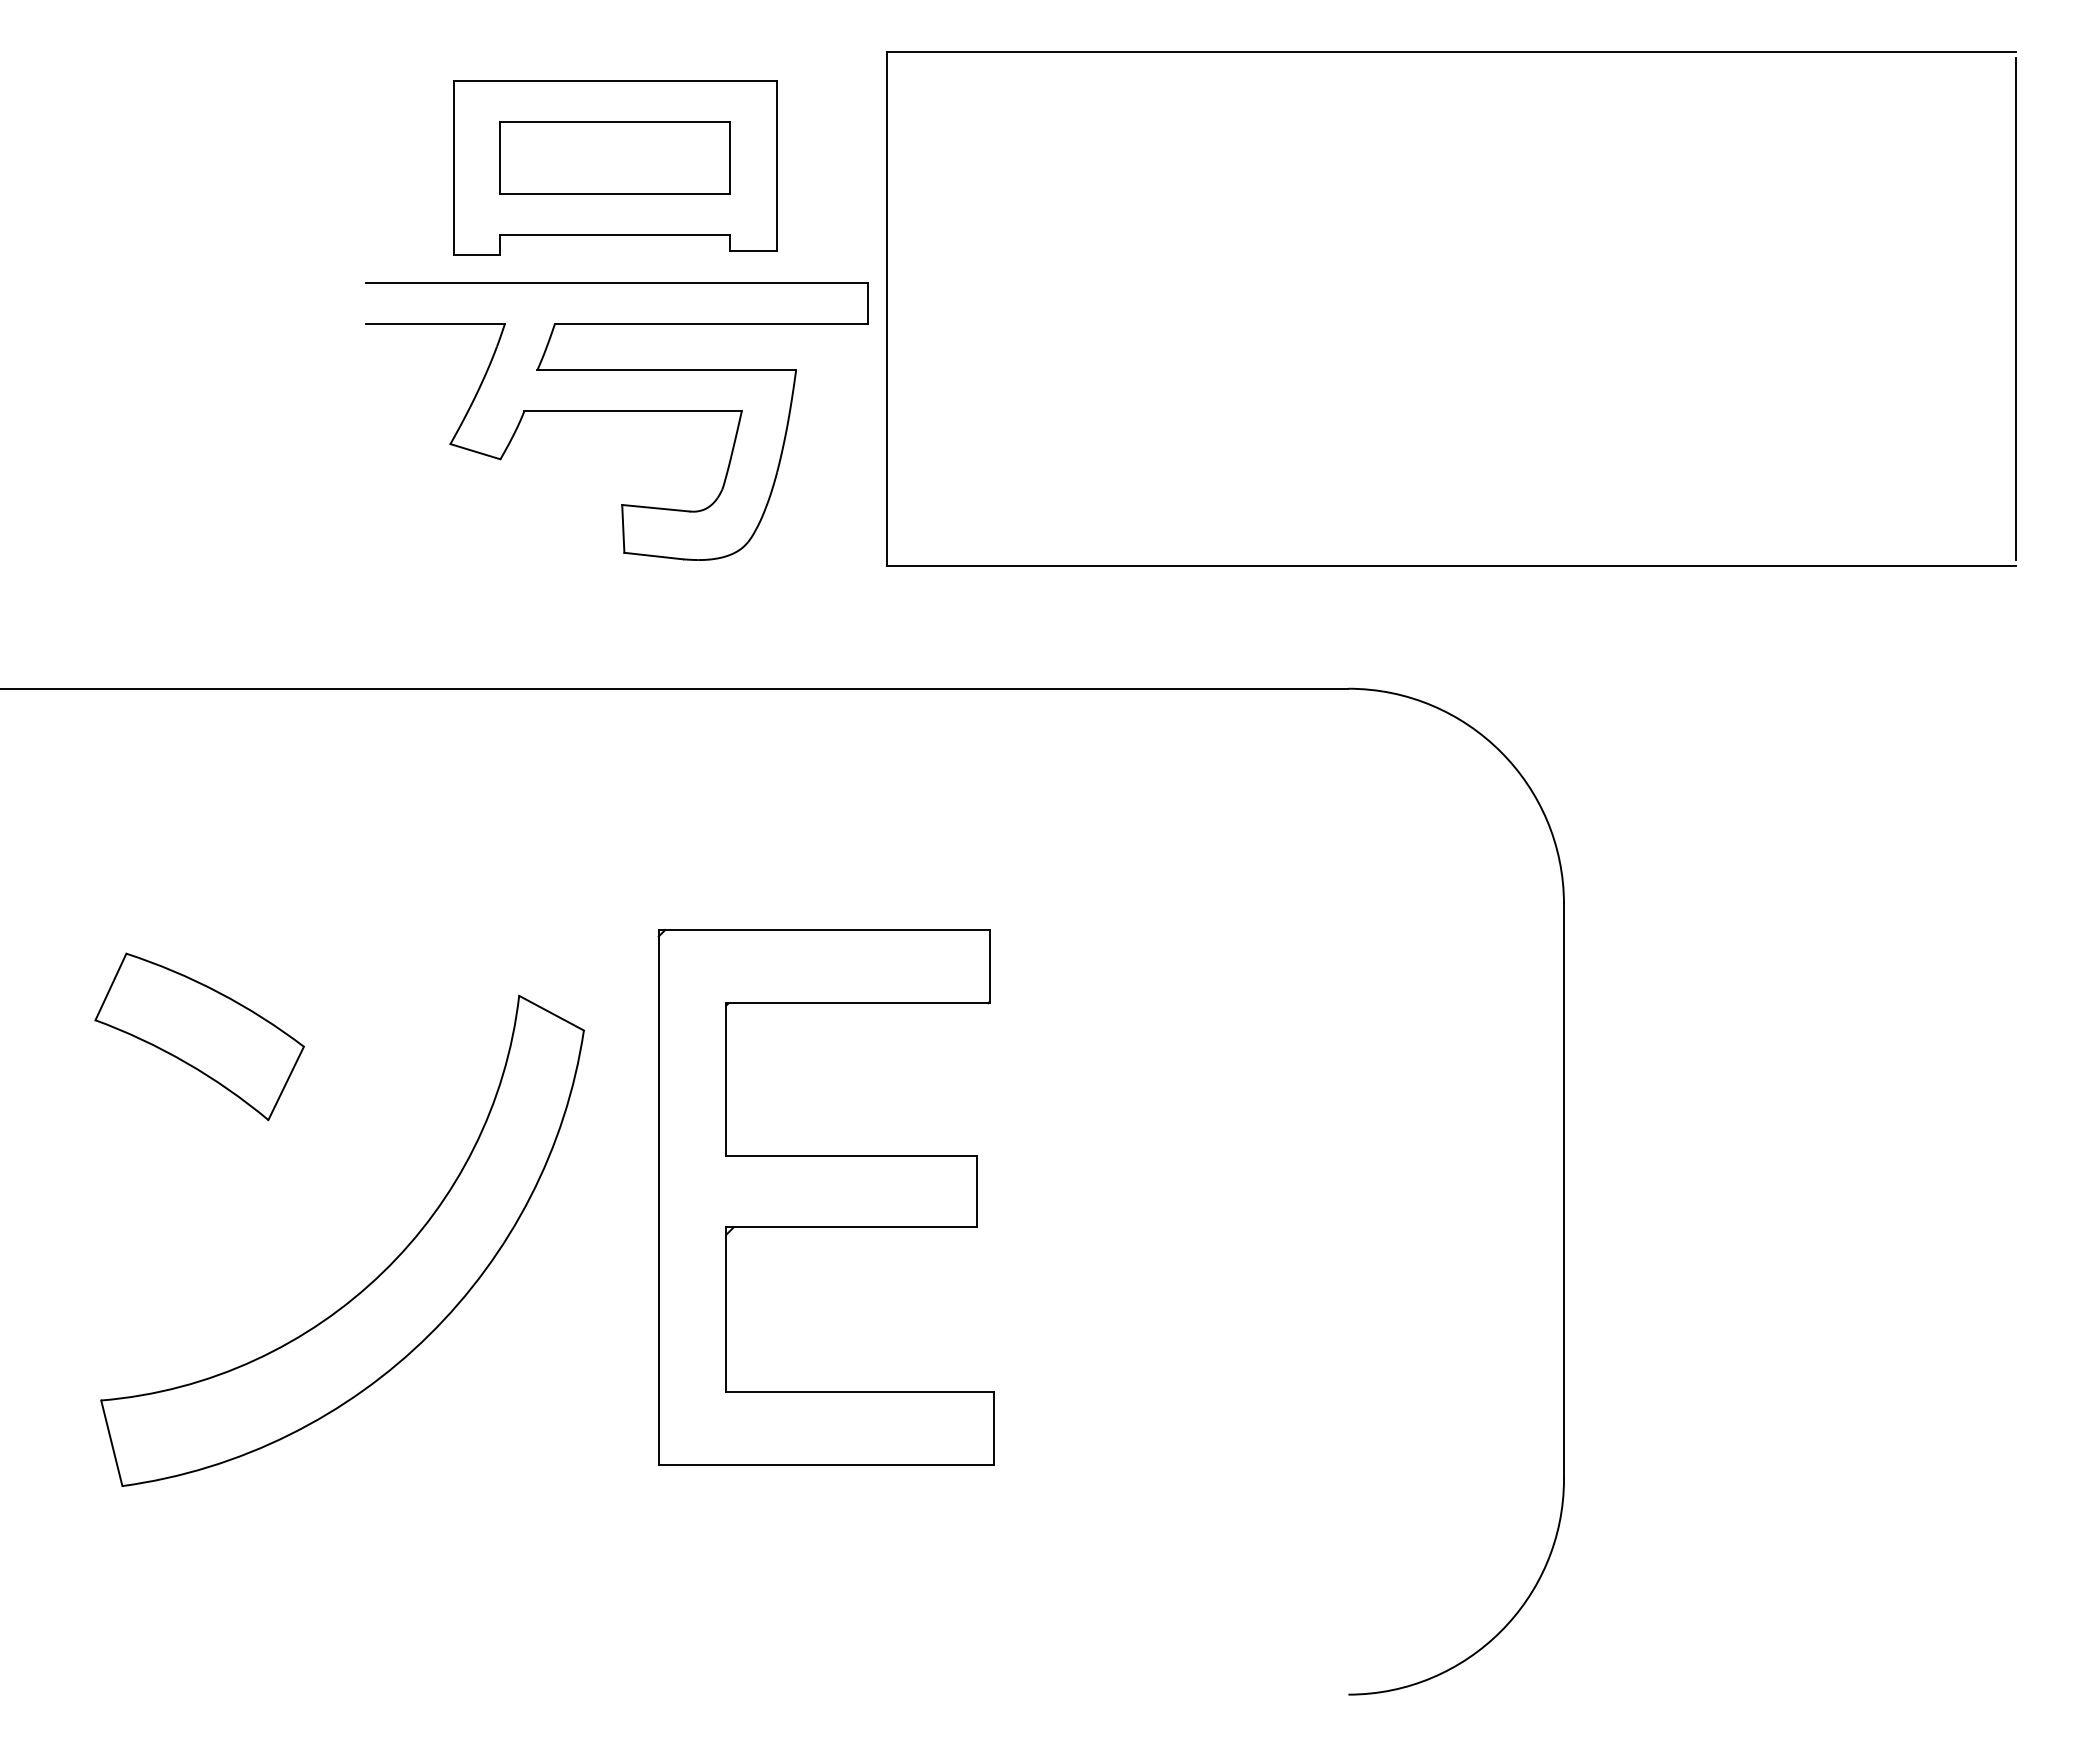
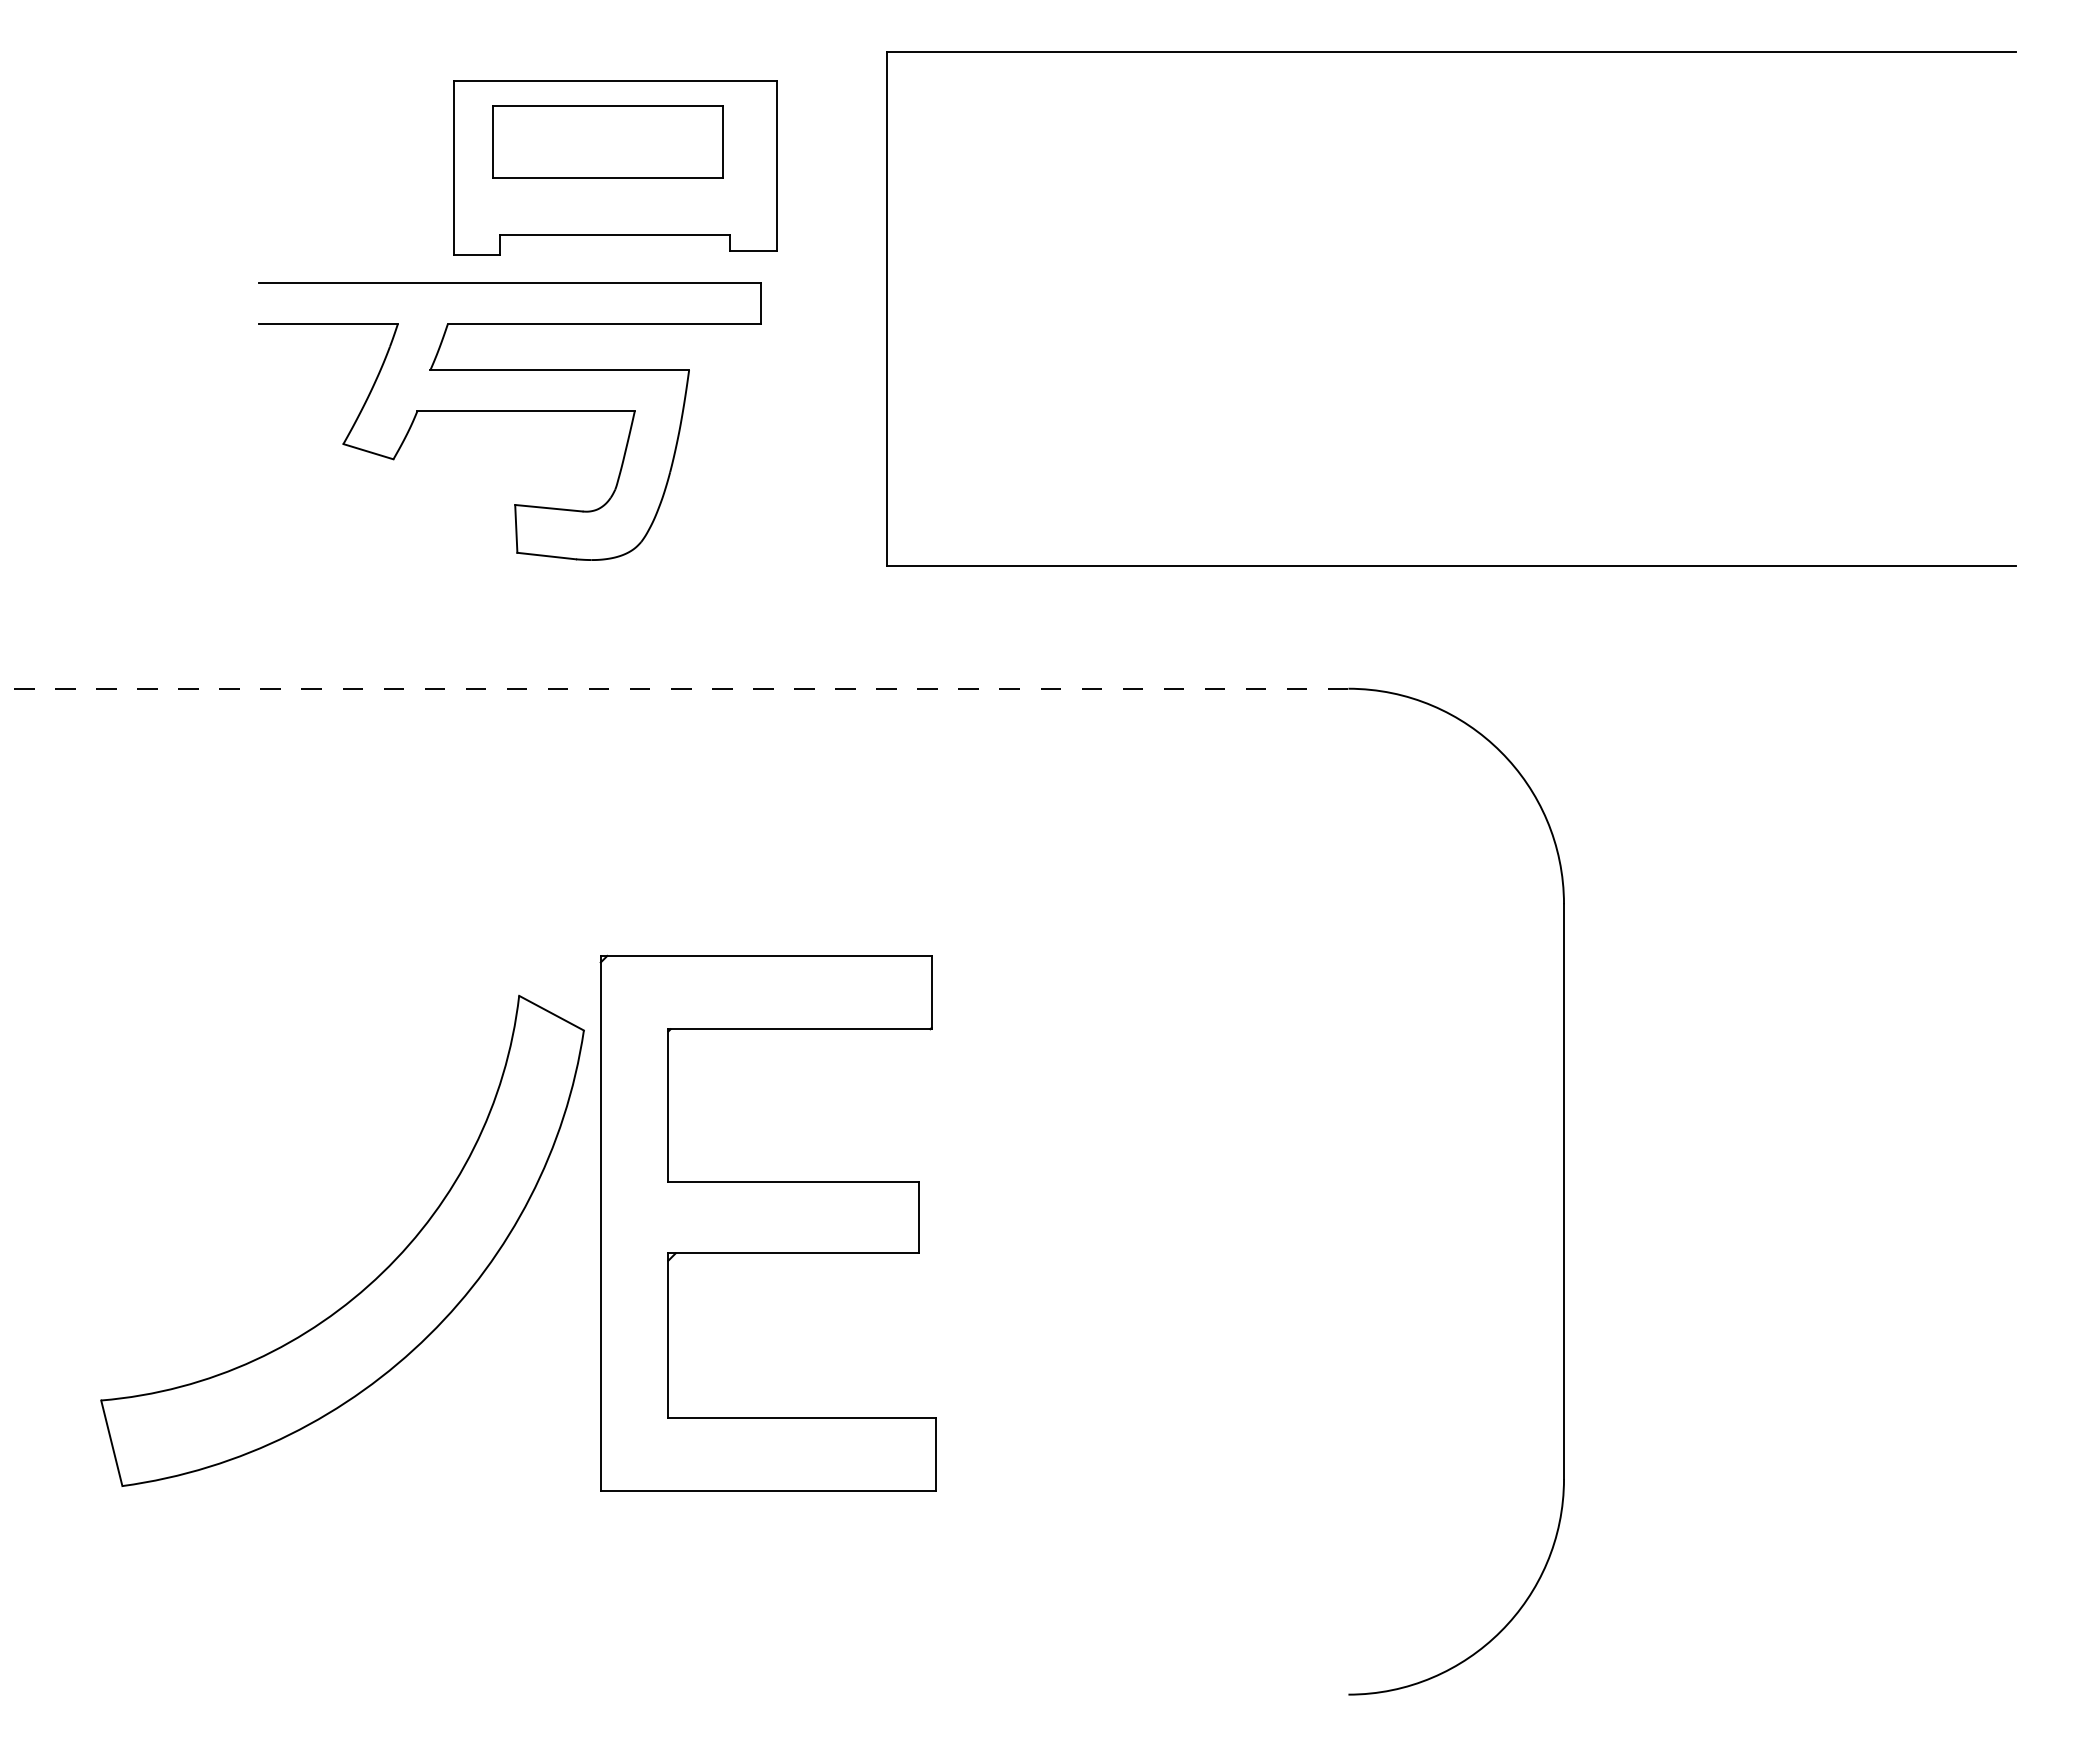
part at (614, 157) position: (614, 157) -> (607, 141)
line at (2015, 308): present -> none
part at (616, 411) position: (616, 411) -> (509, 411)
line at (674, 688): solid -> dashed
part at (199, 1036): present -> none
part at (825, 1196) position: (825, 1196) -> (767, 1222)
